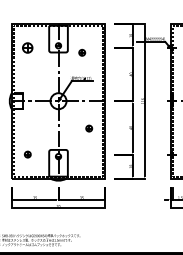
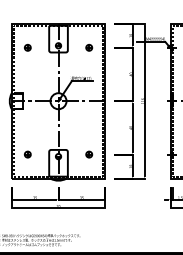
part at (27, 47) size: 12x12 px -> 8x9 px
part at (82, 52) position: (82, 52) -> (89, 47)
part at (89, 128) position: (89, 128) -> (89, 154)
